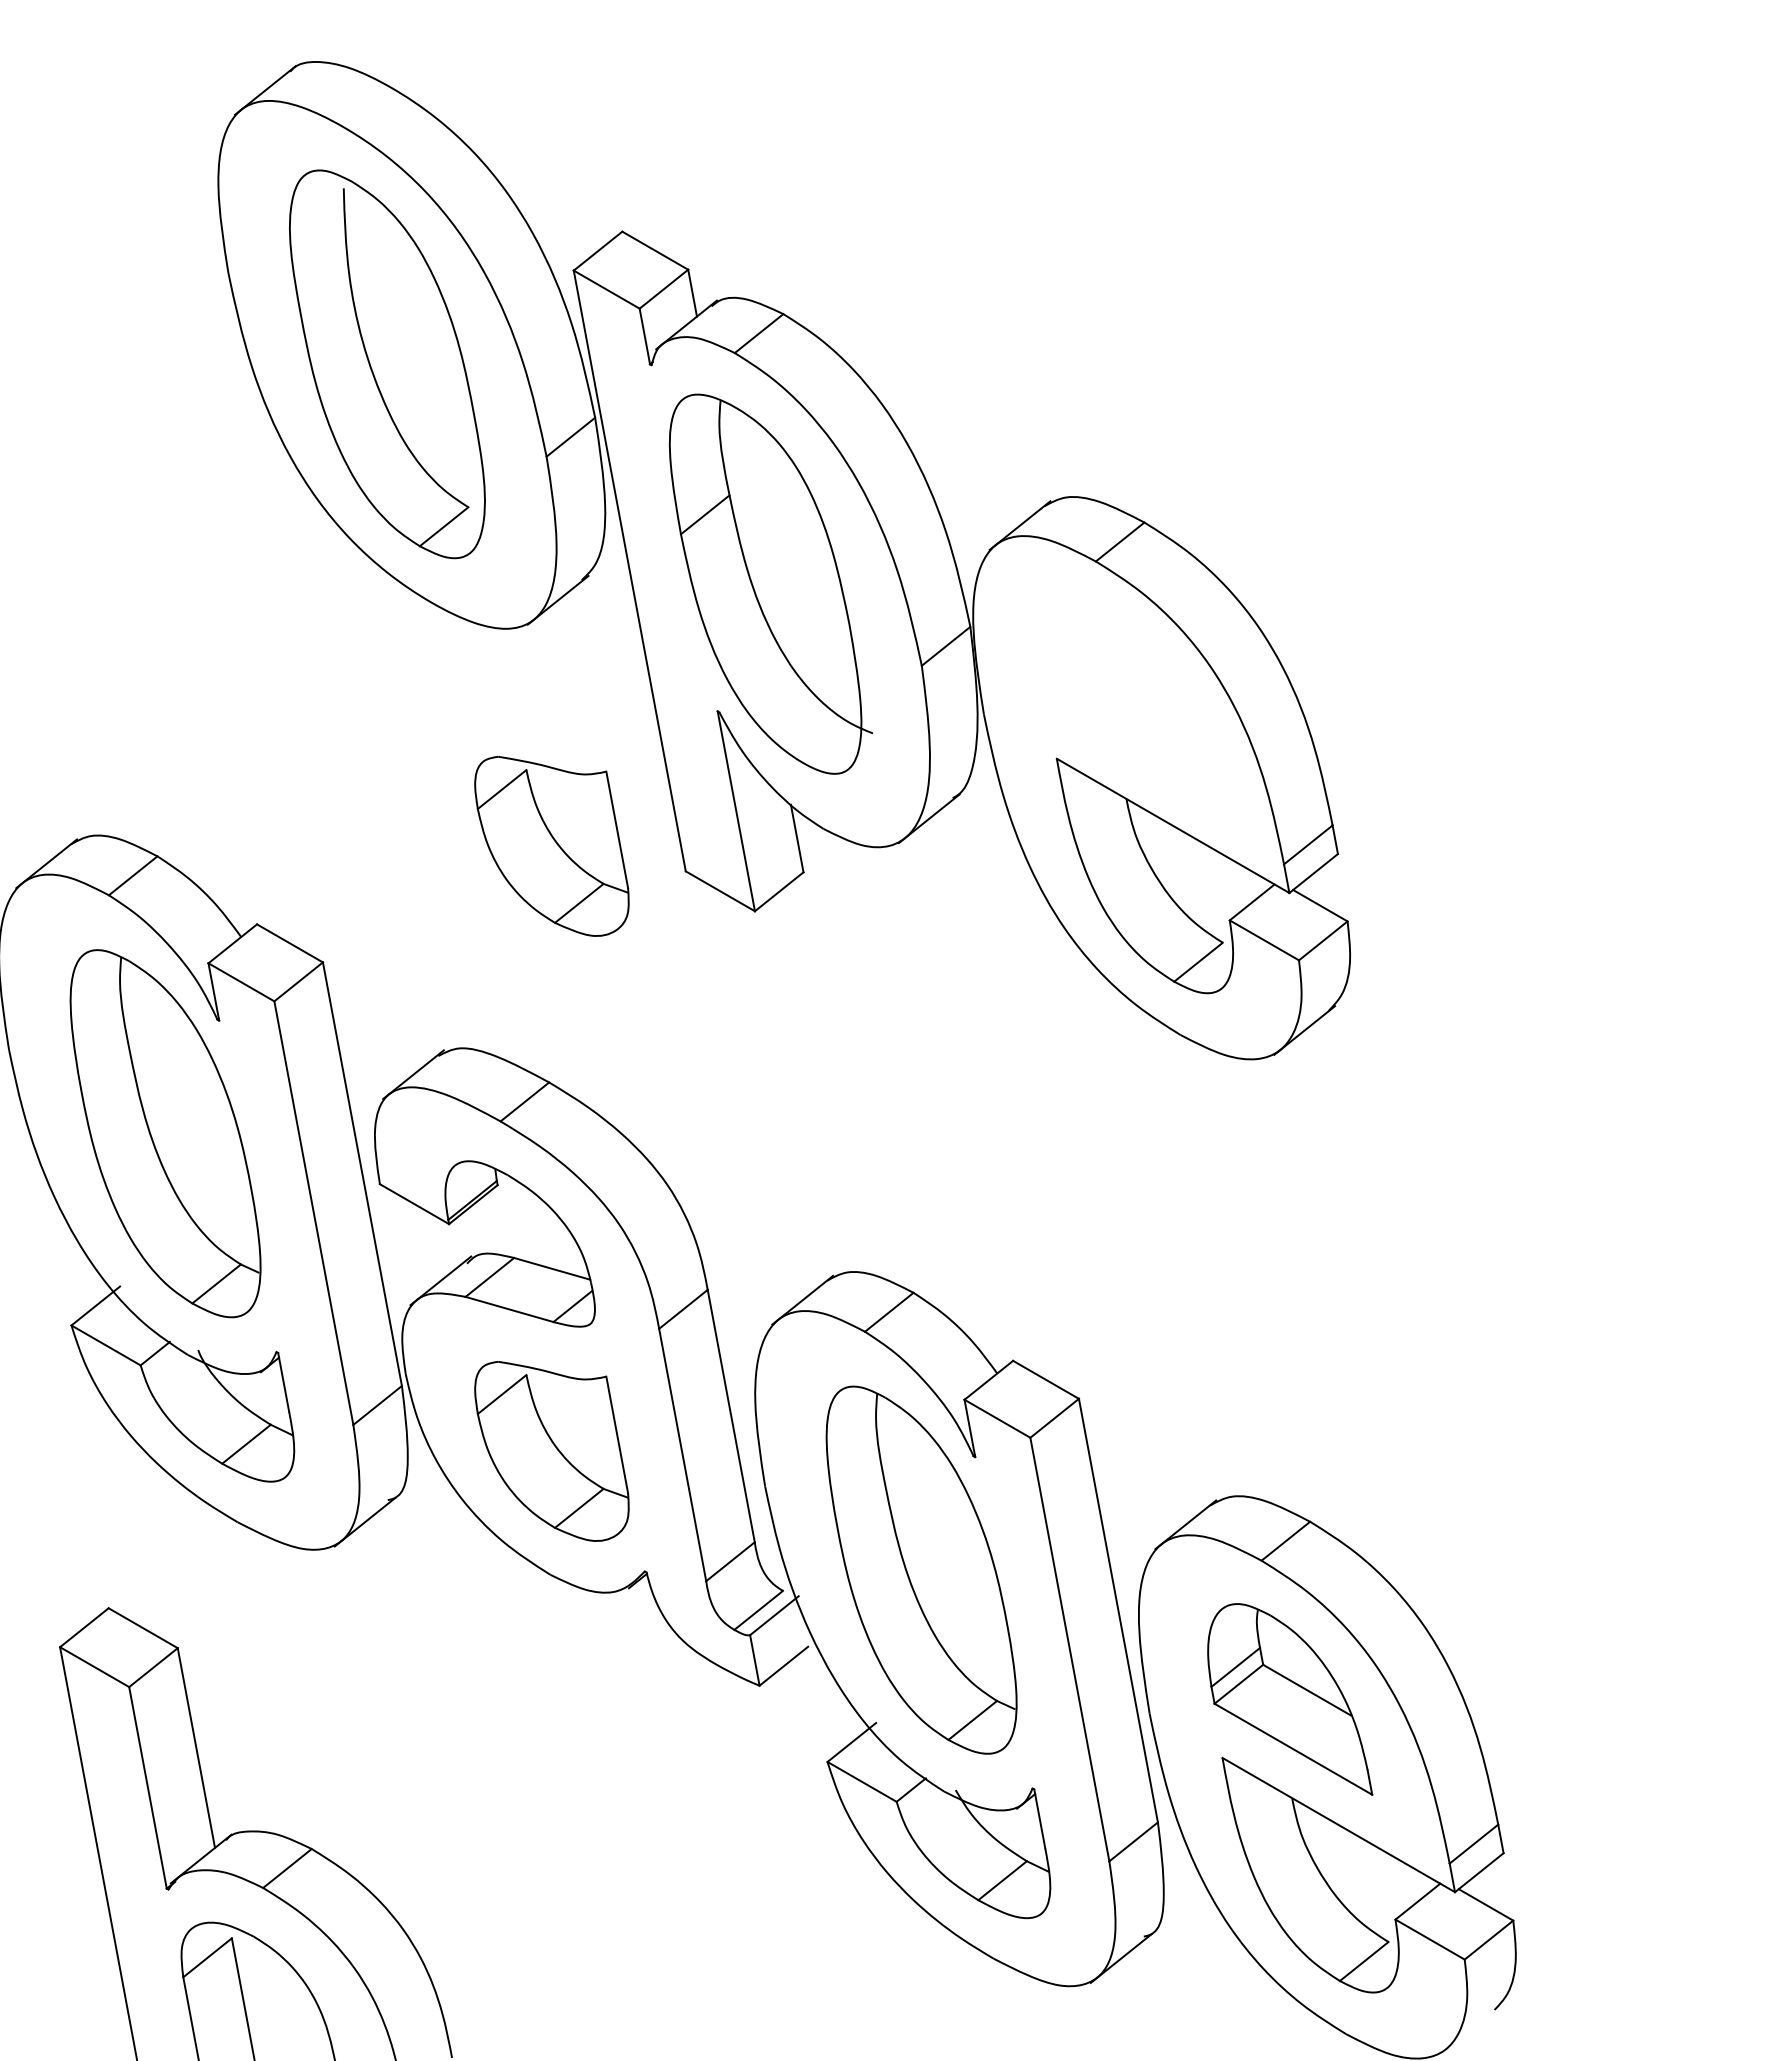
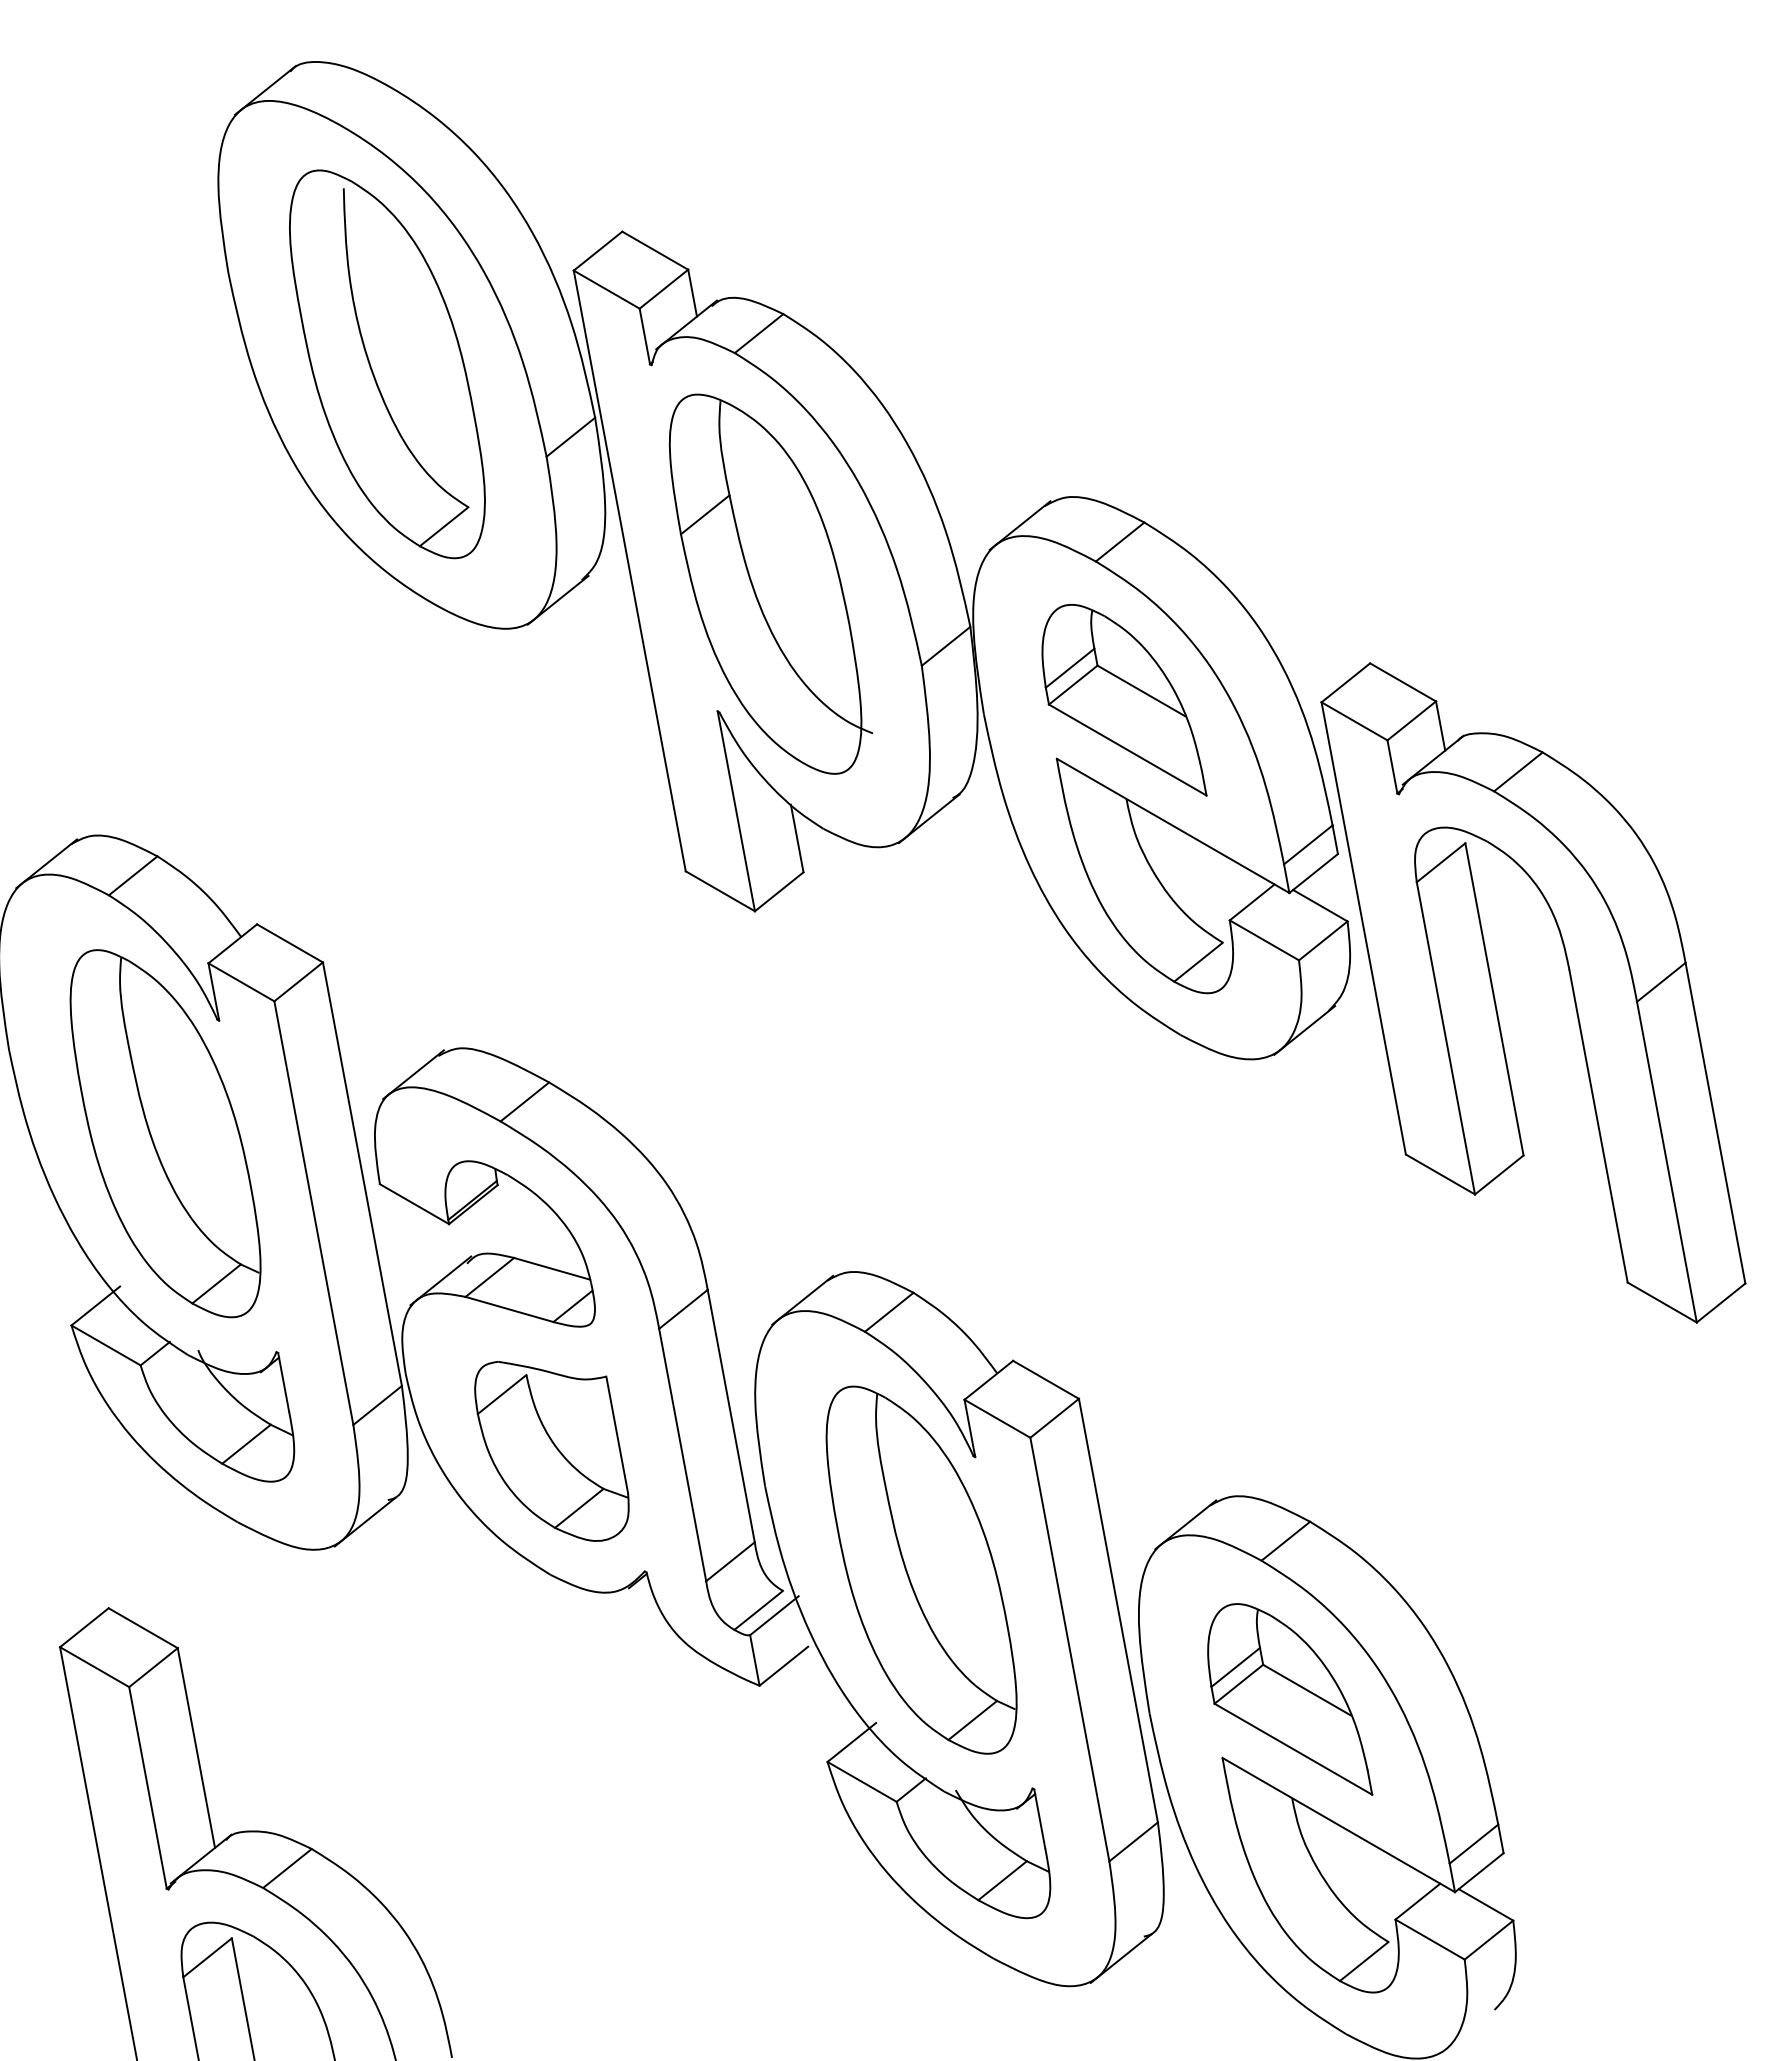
part at (1124, 700): none -> present
part at (551, 846): present -> none
part at (1570, 982): none -> present
